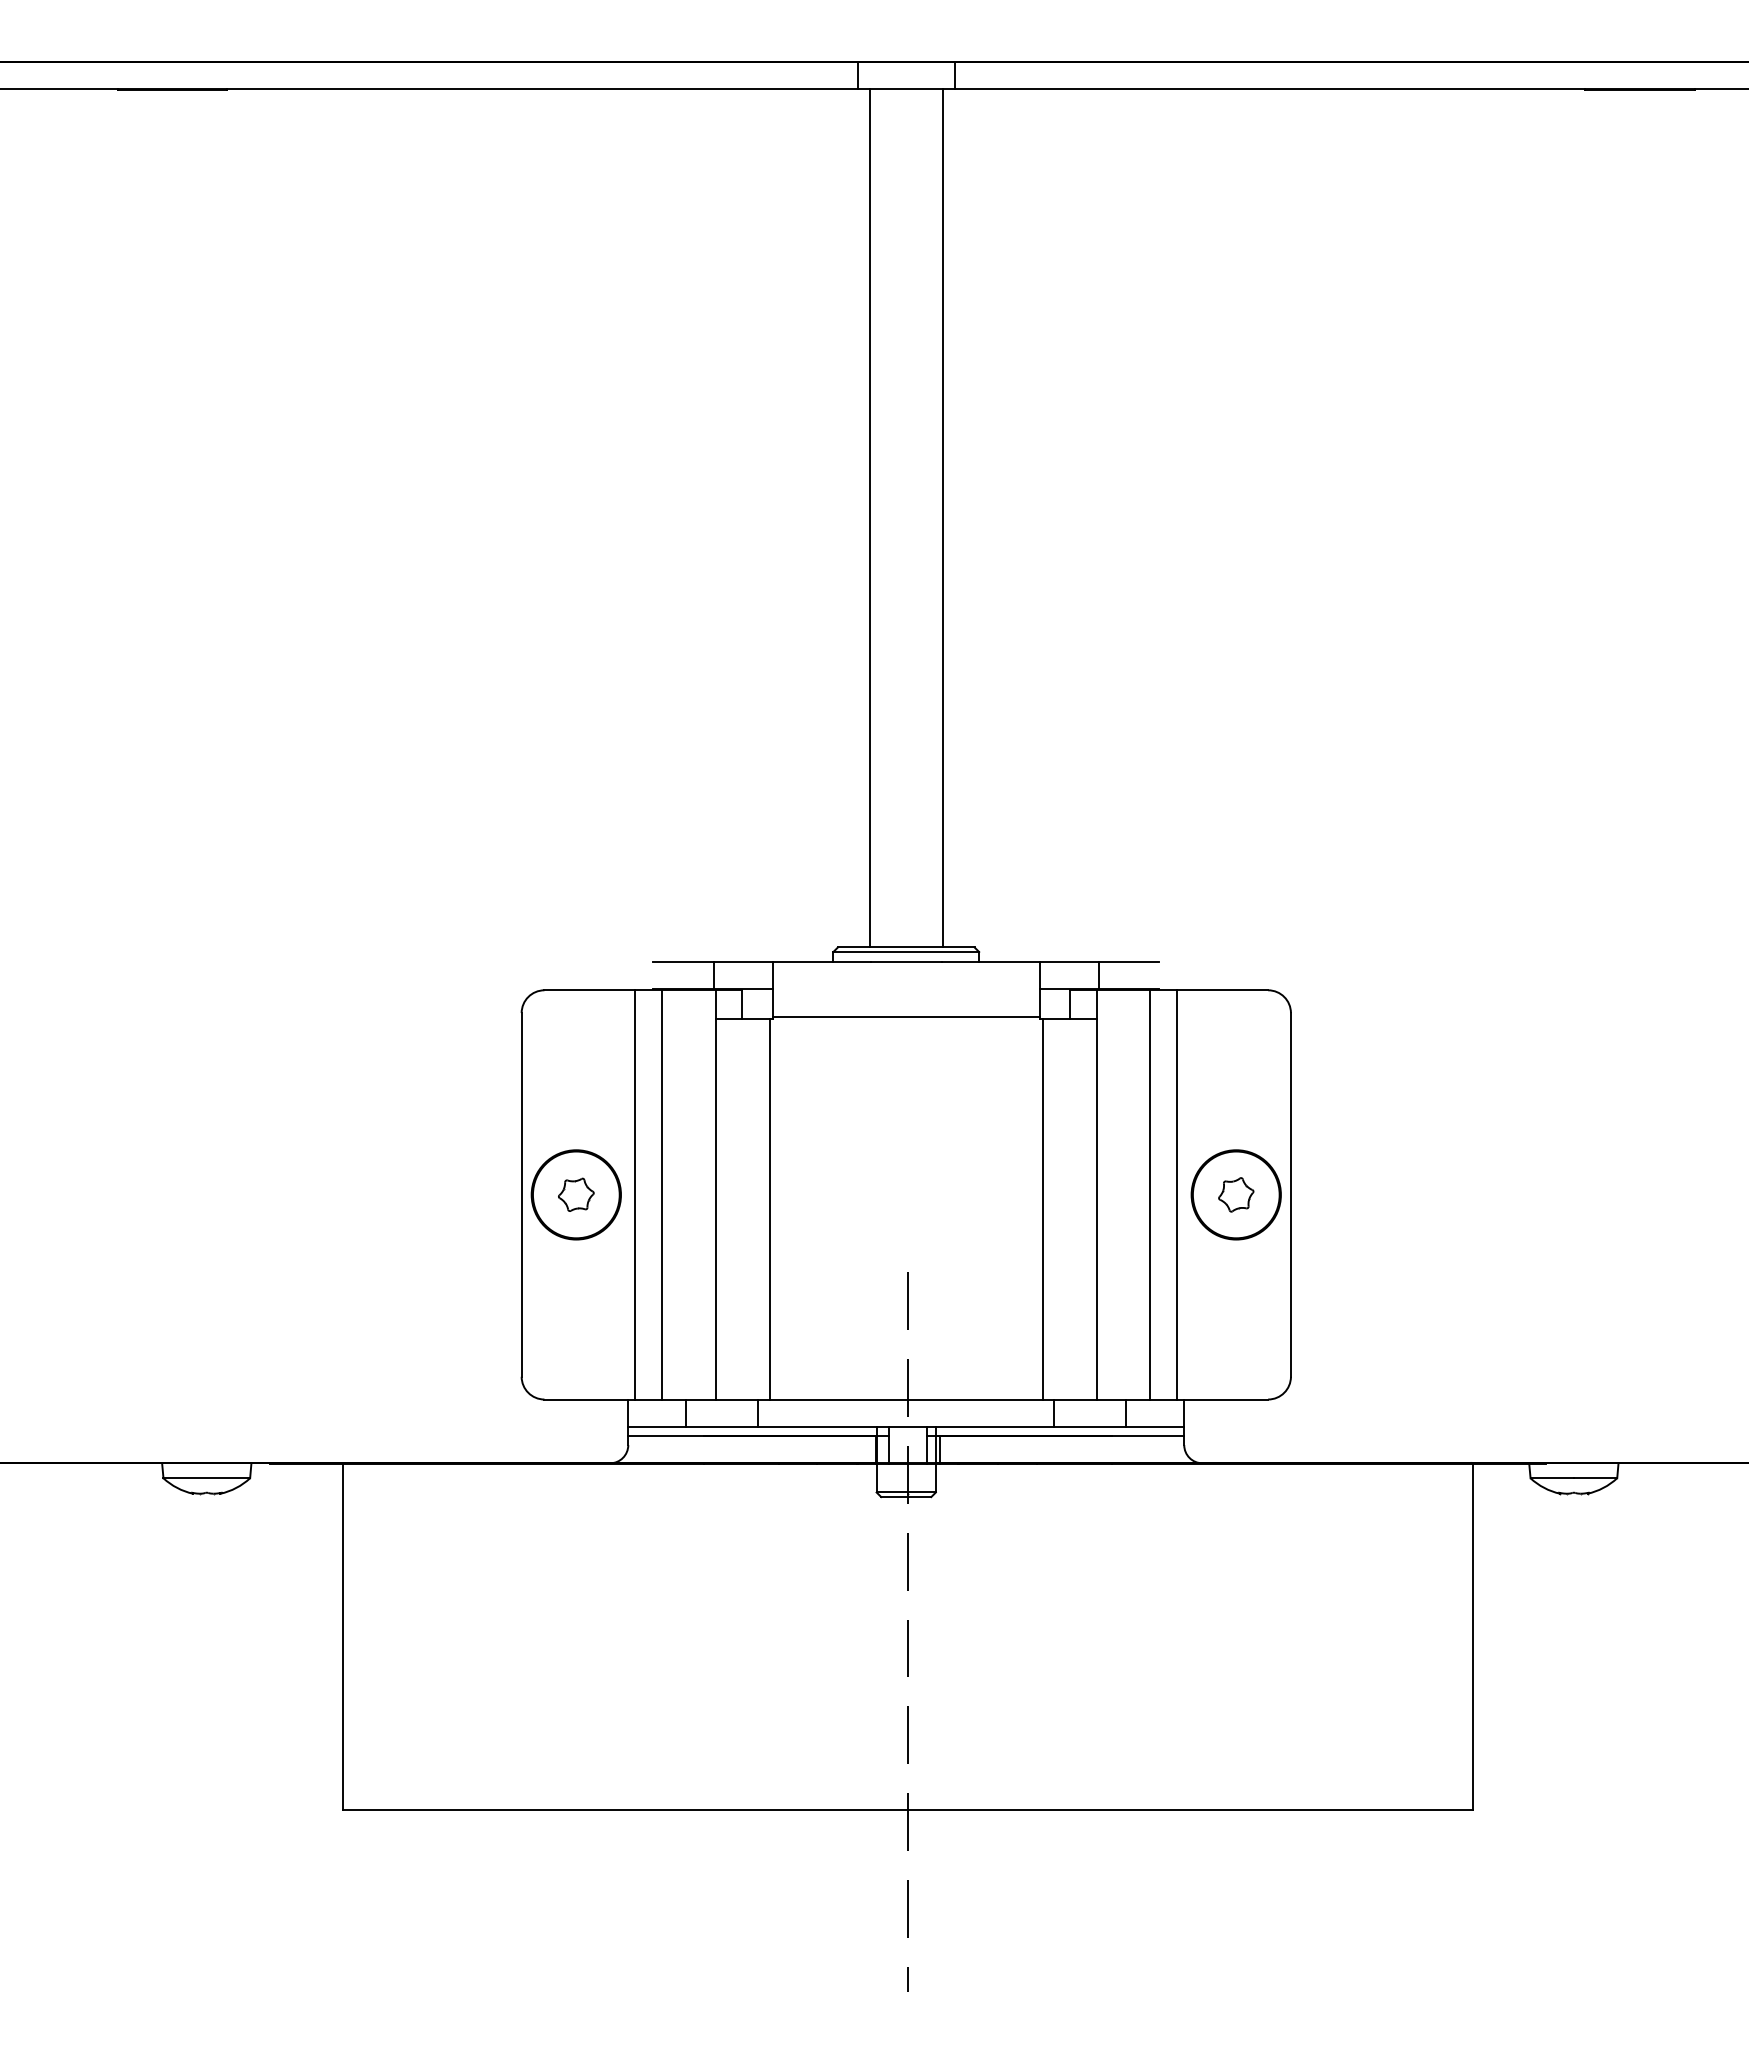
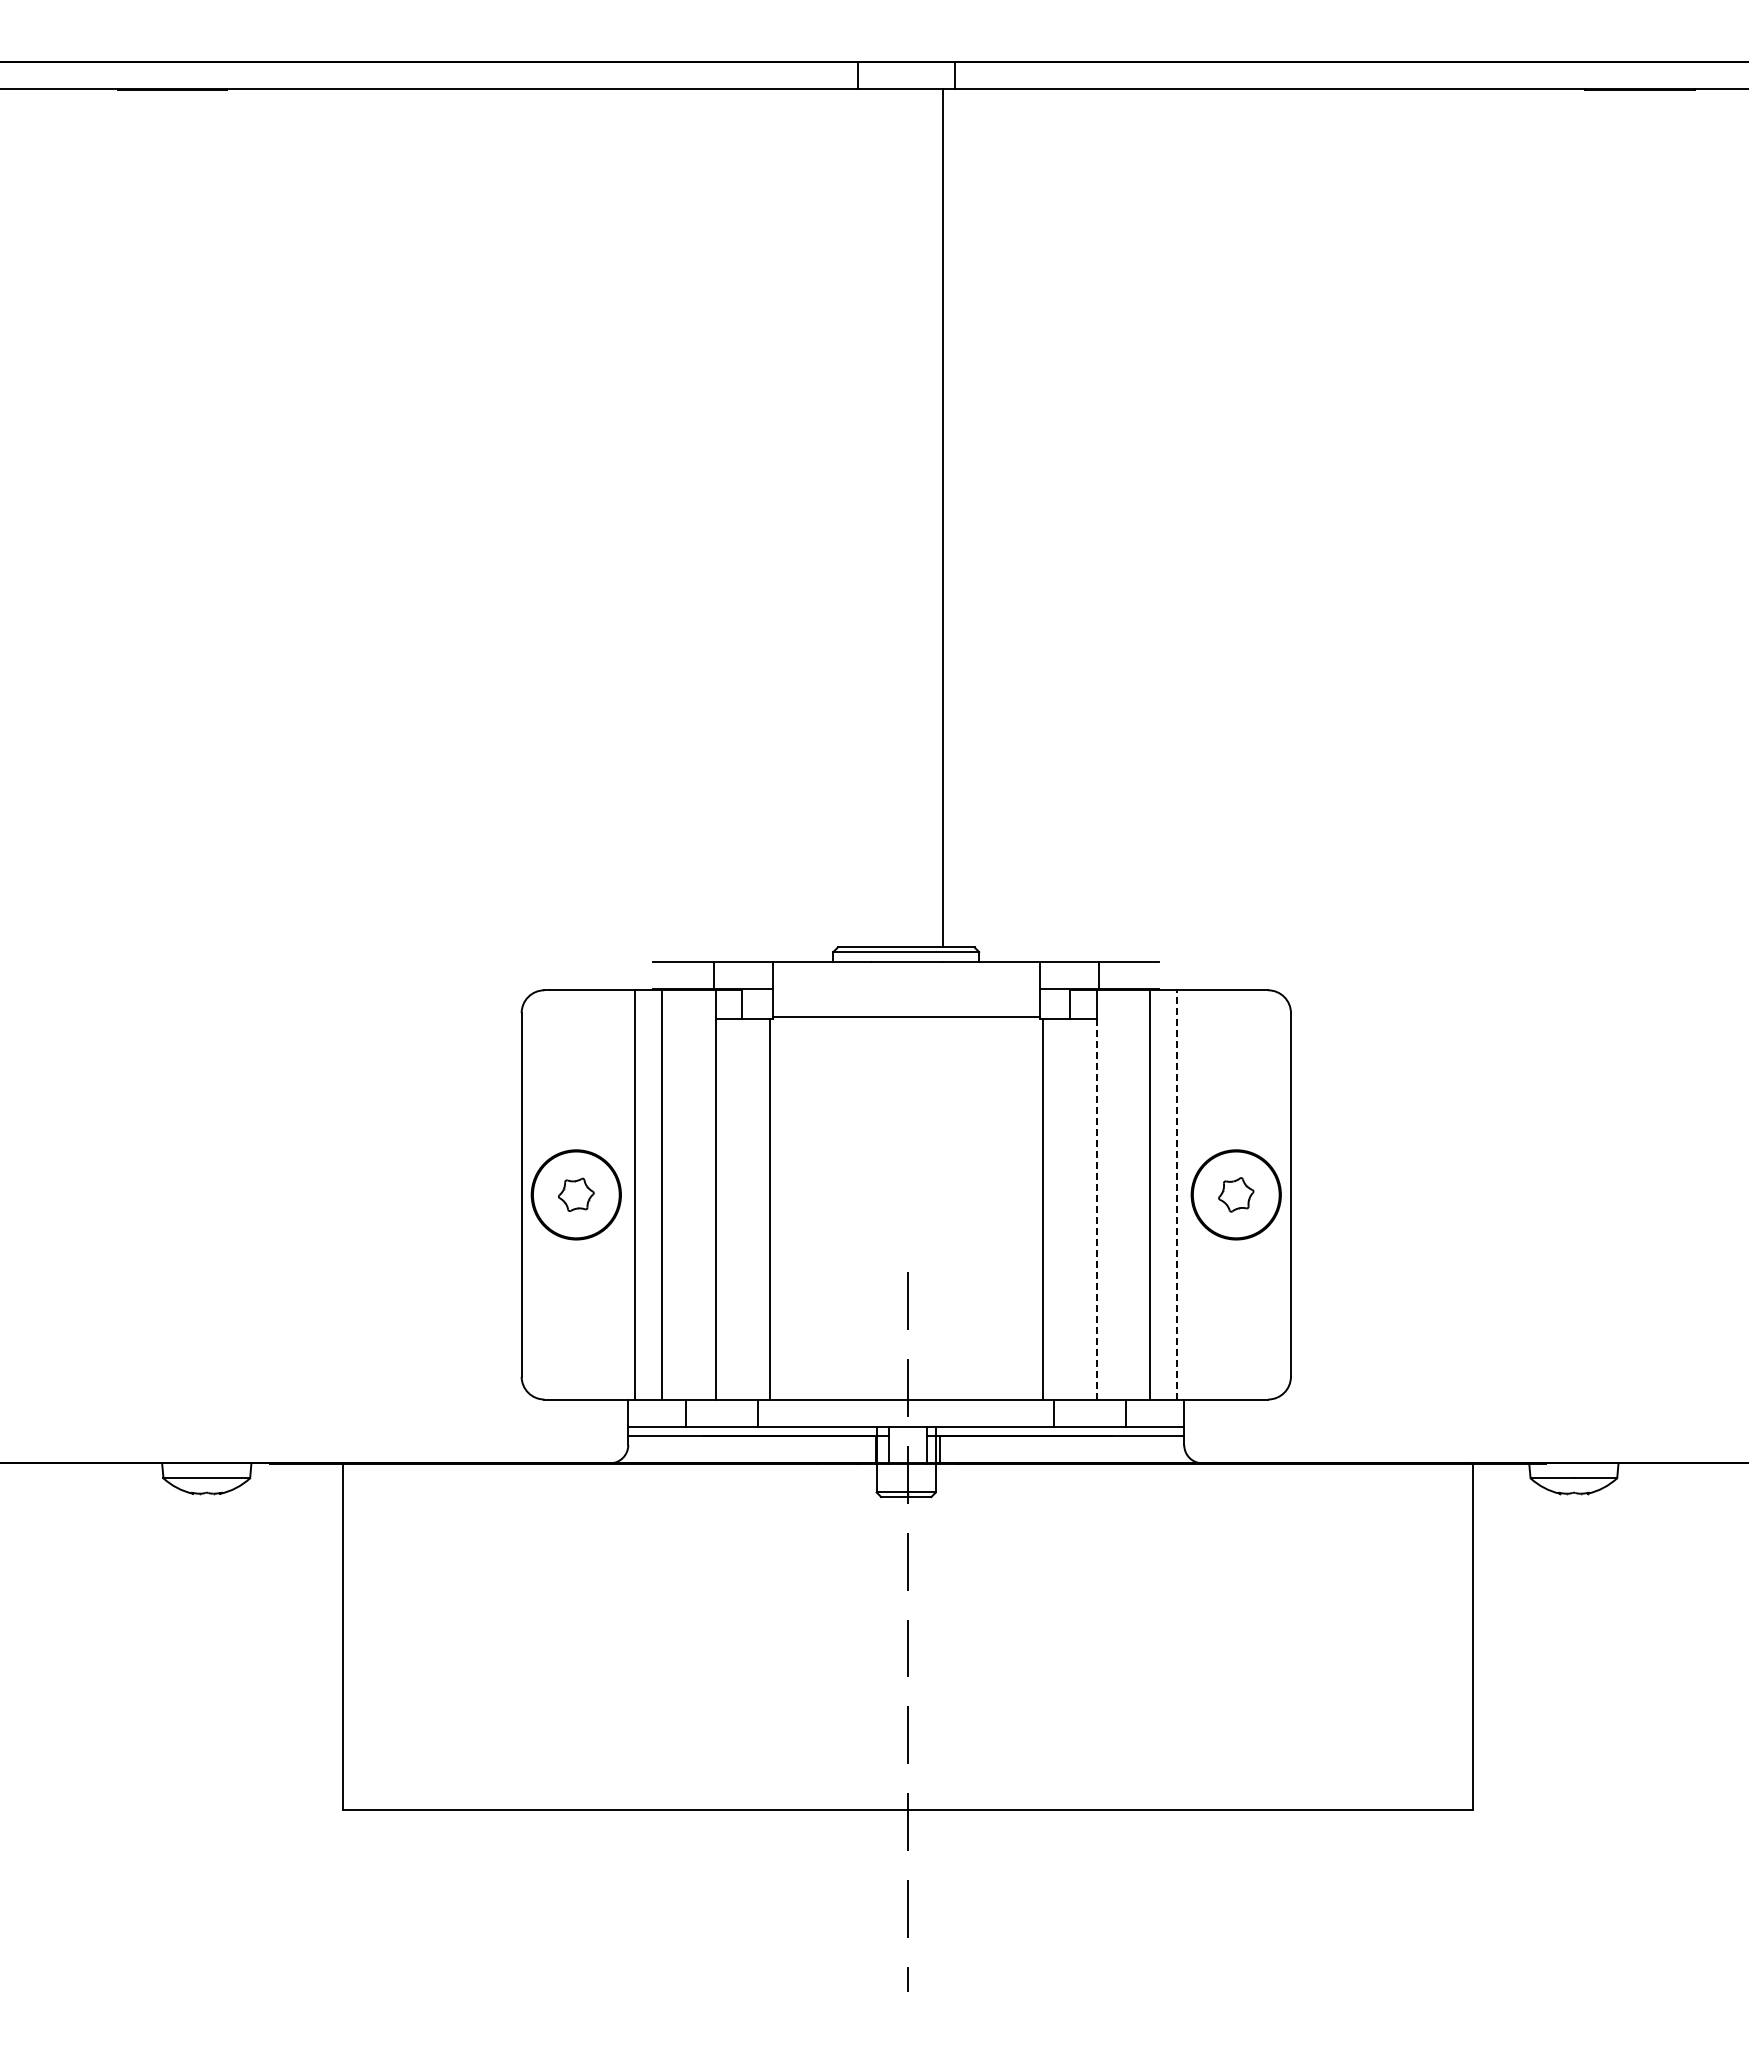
line at (869, 517): present -> none
line at (1177, 1194): solid -> dashed
line at (1096, 1209): solid -> dashed
